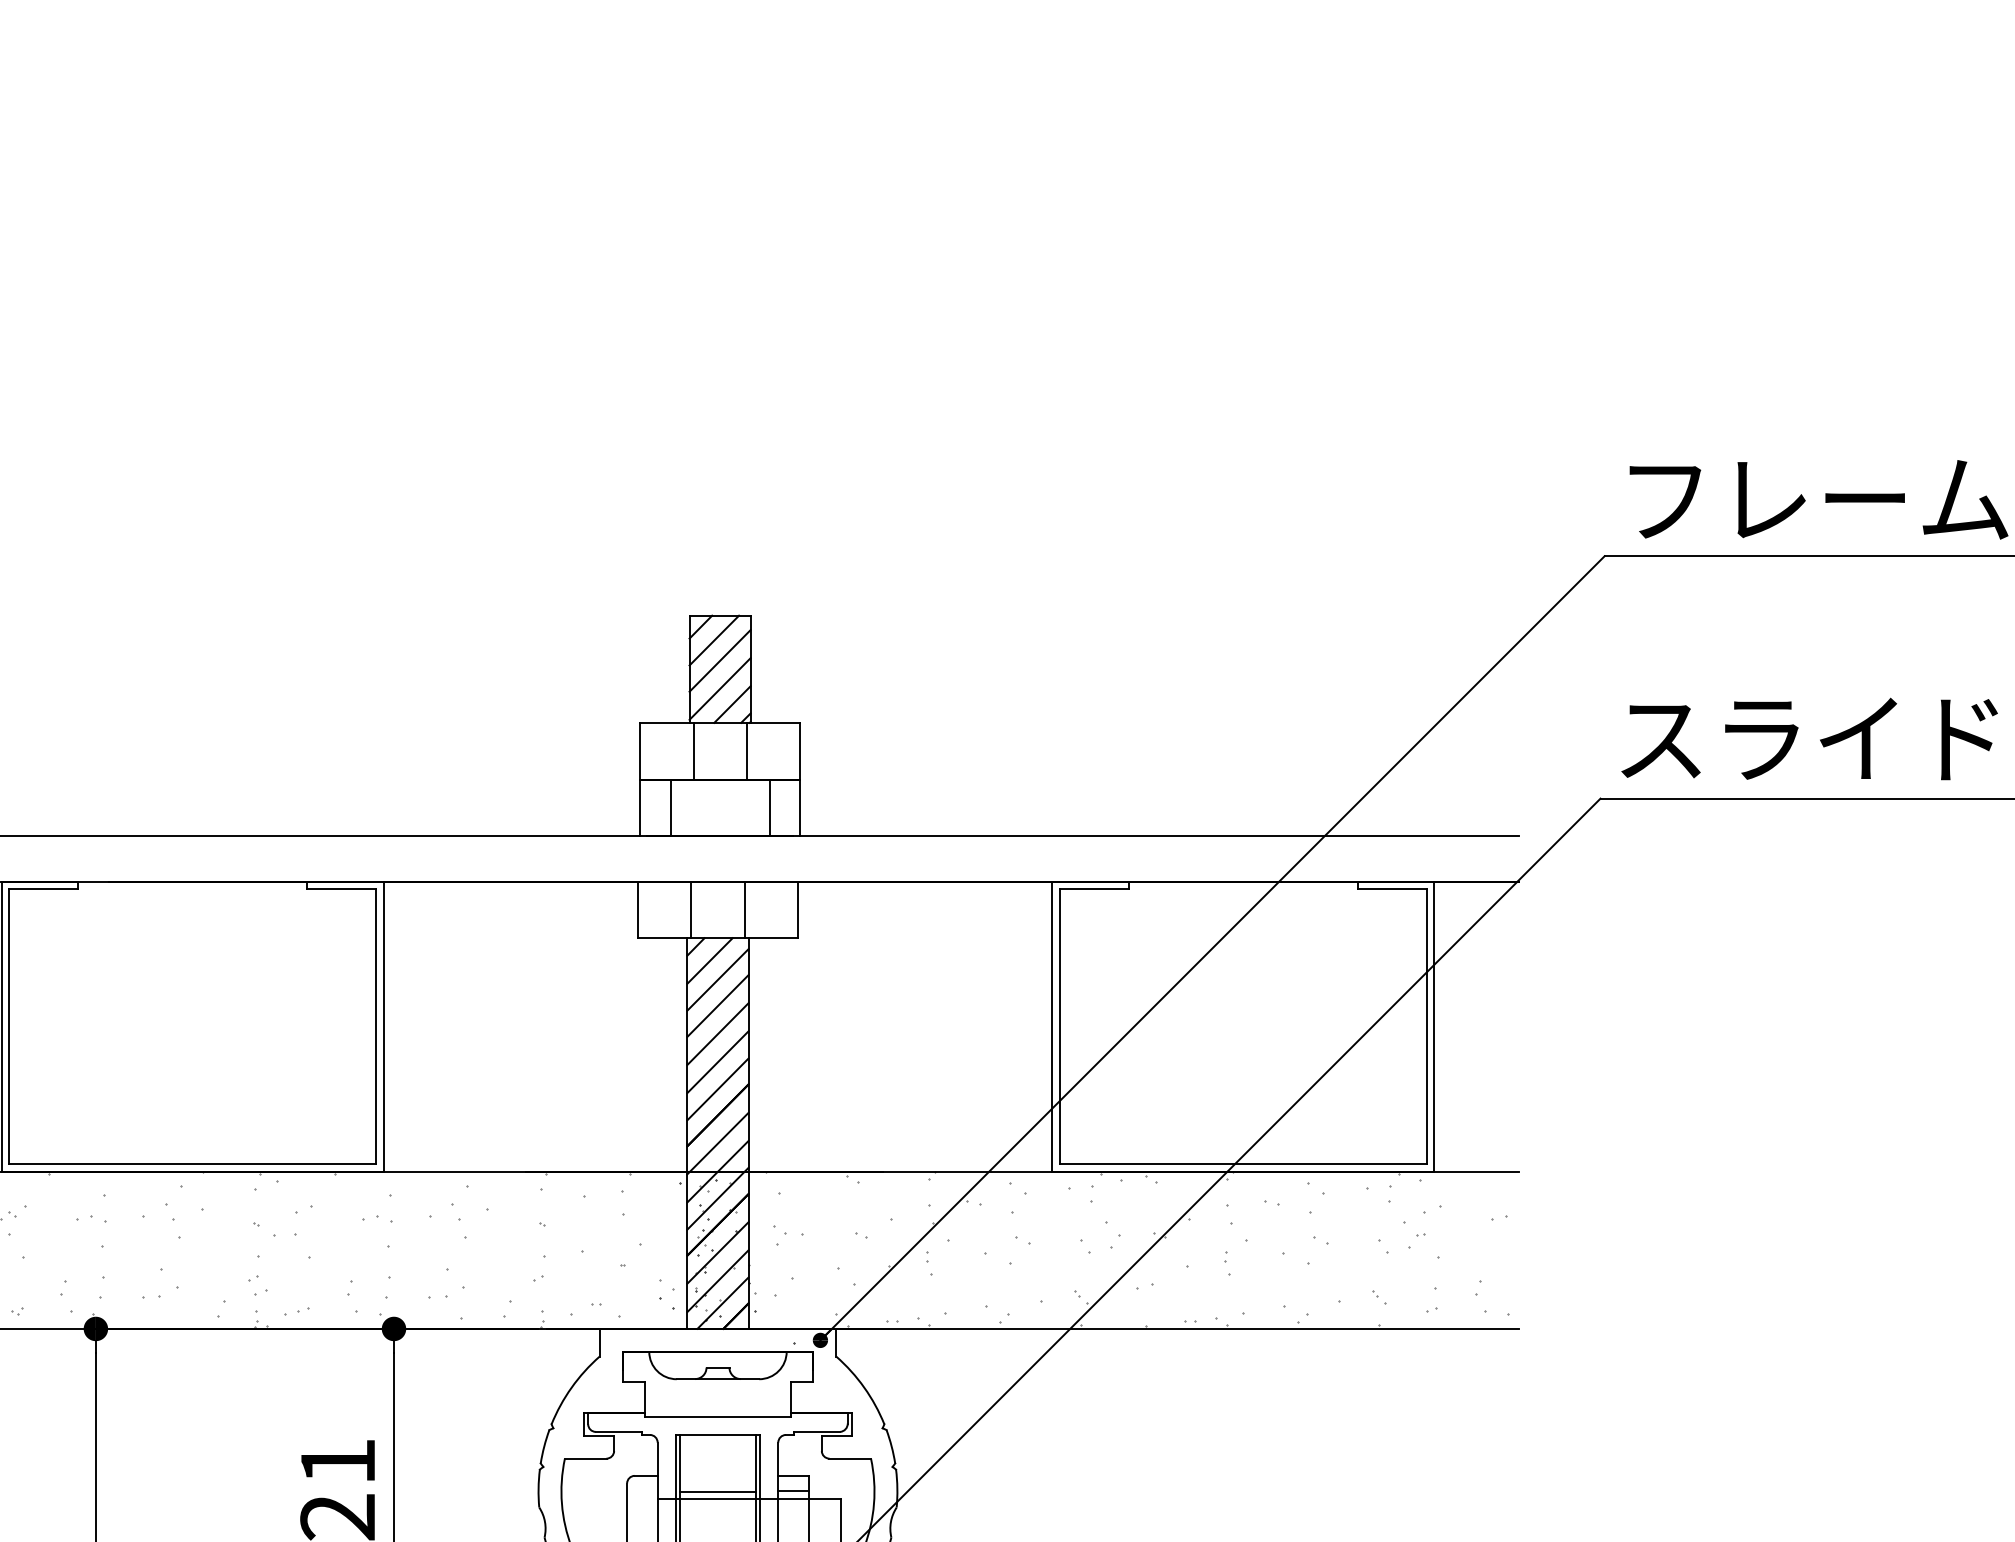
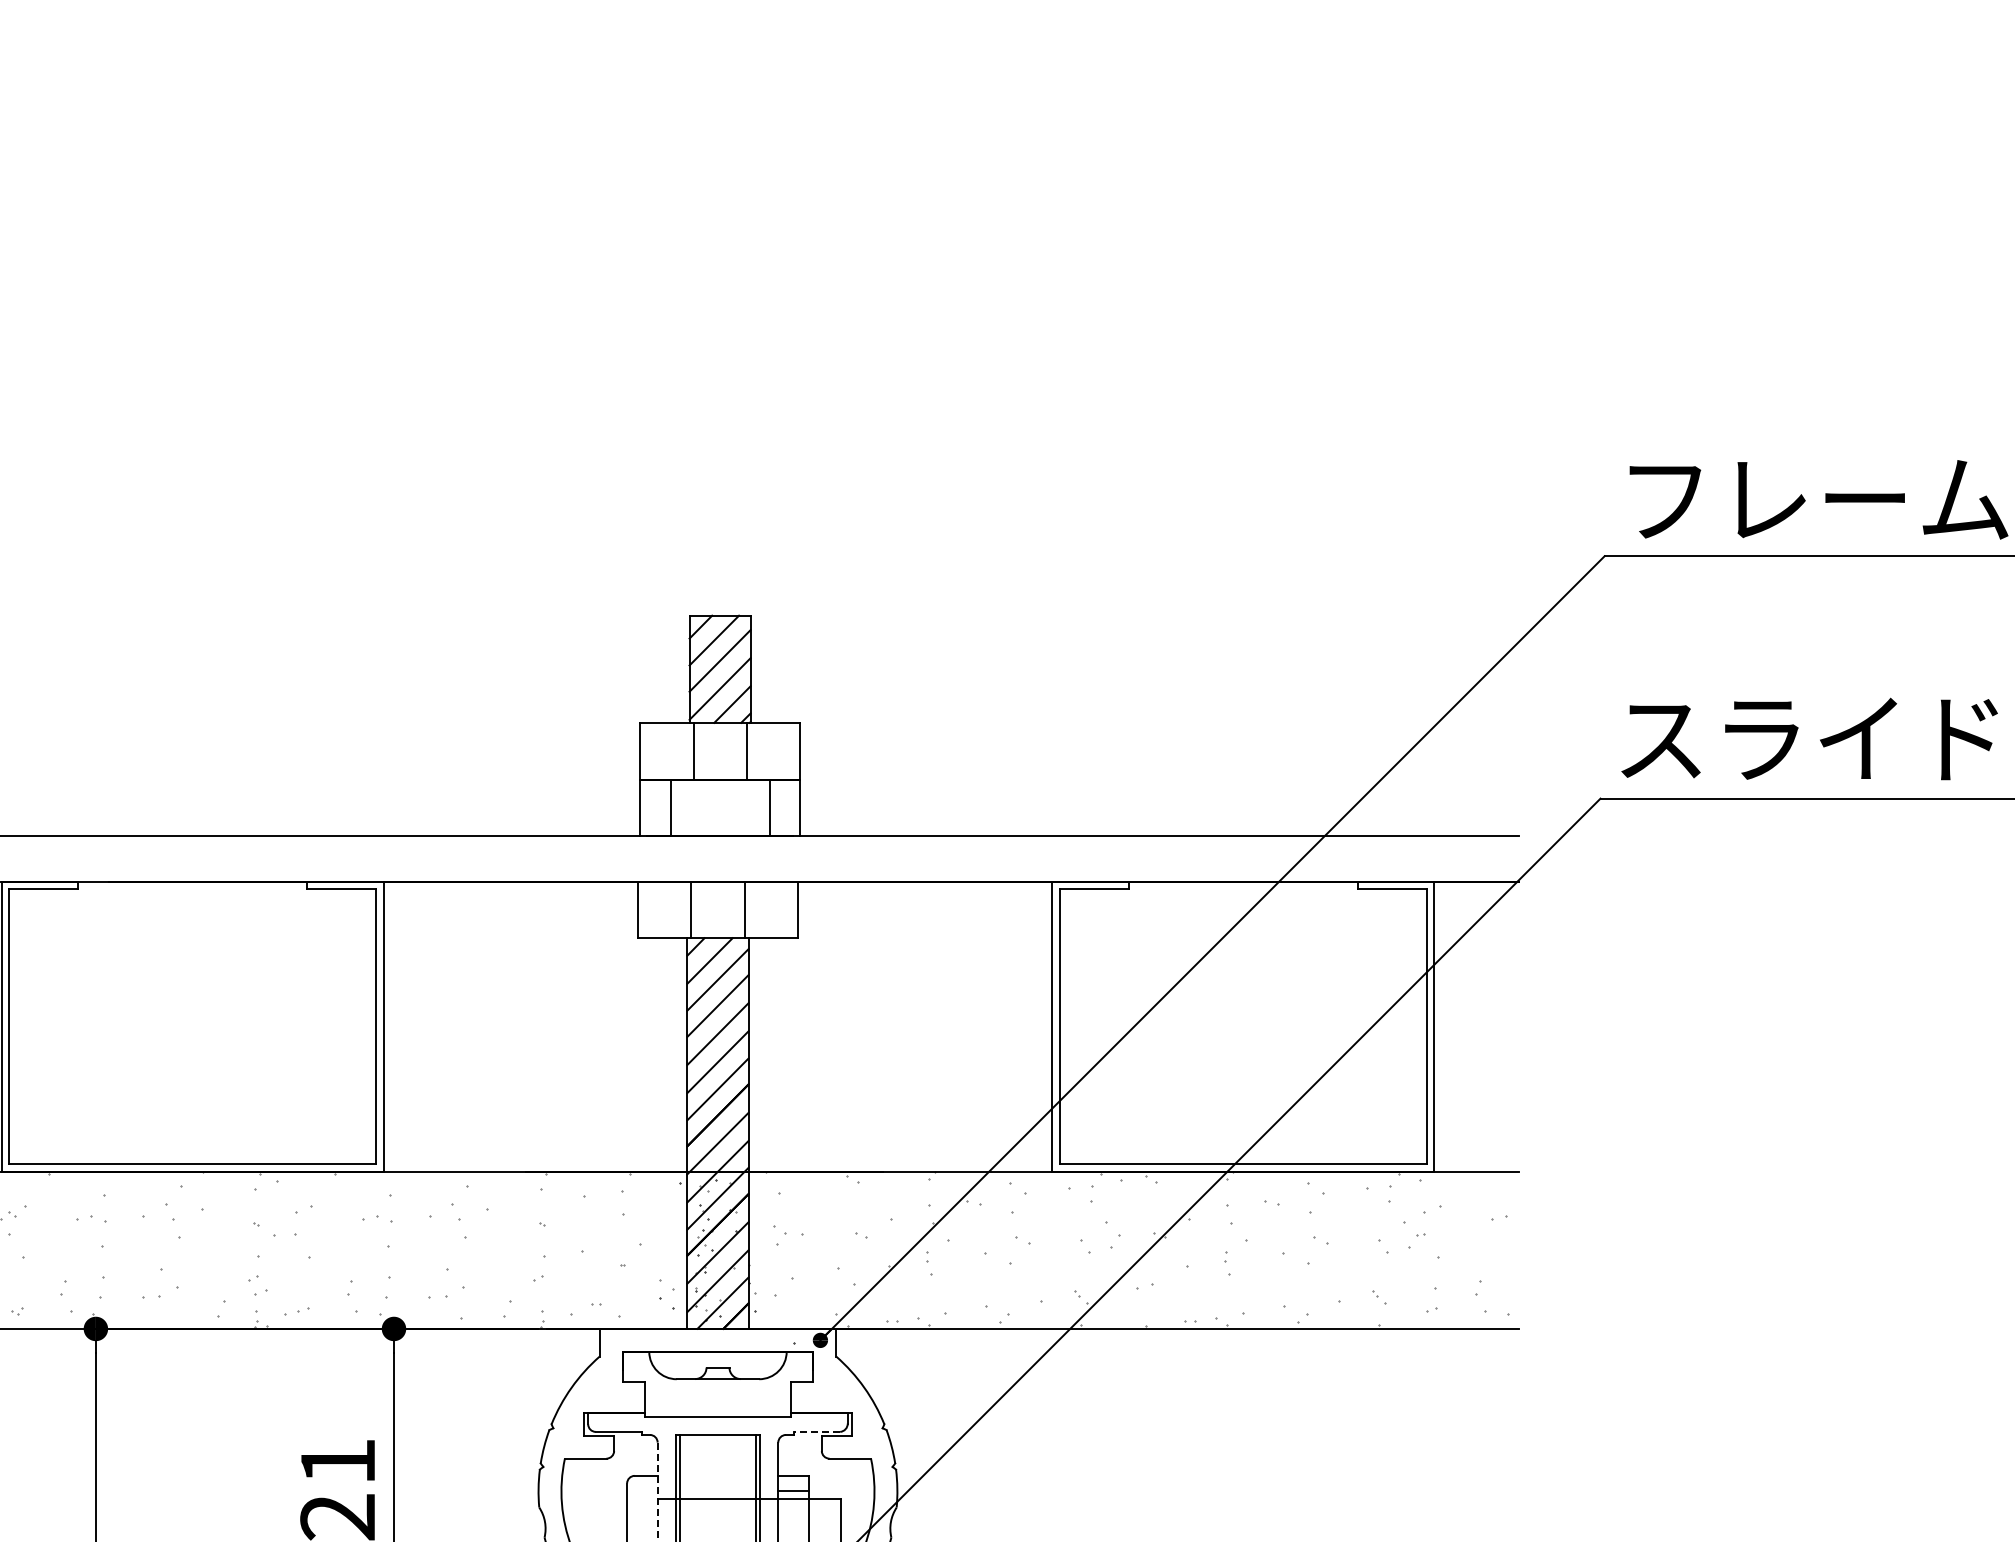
line at (816, 1431): solid -> dashed
line at (717, 1491): present -> none
line at (657, 1492): solid -> dashed
